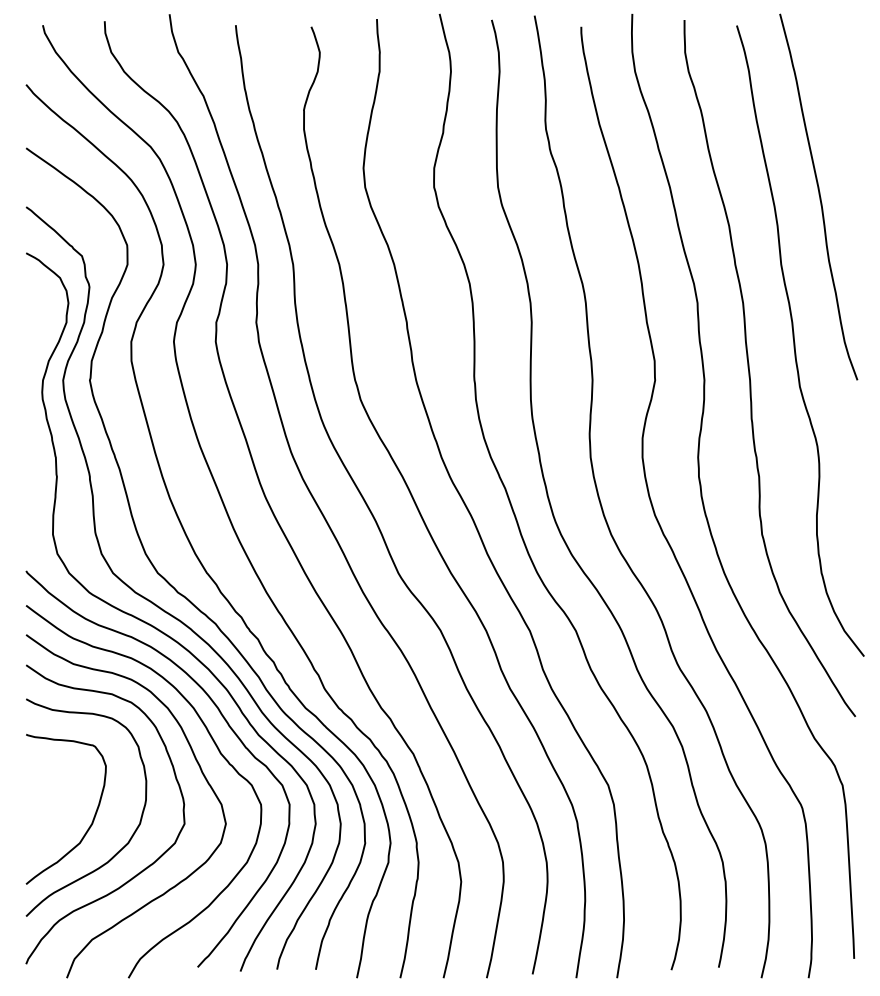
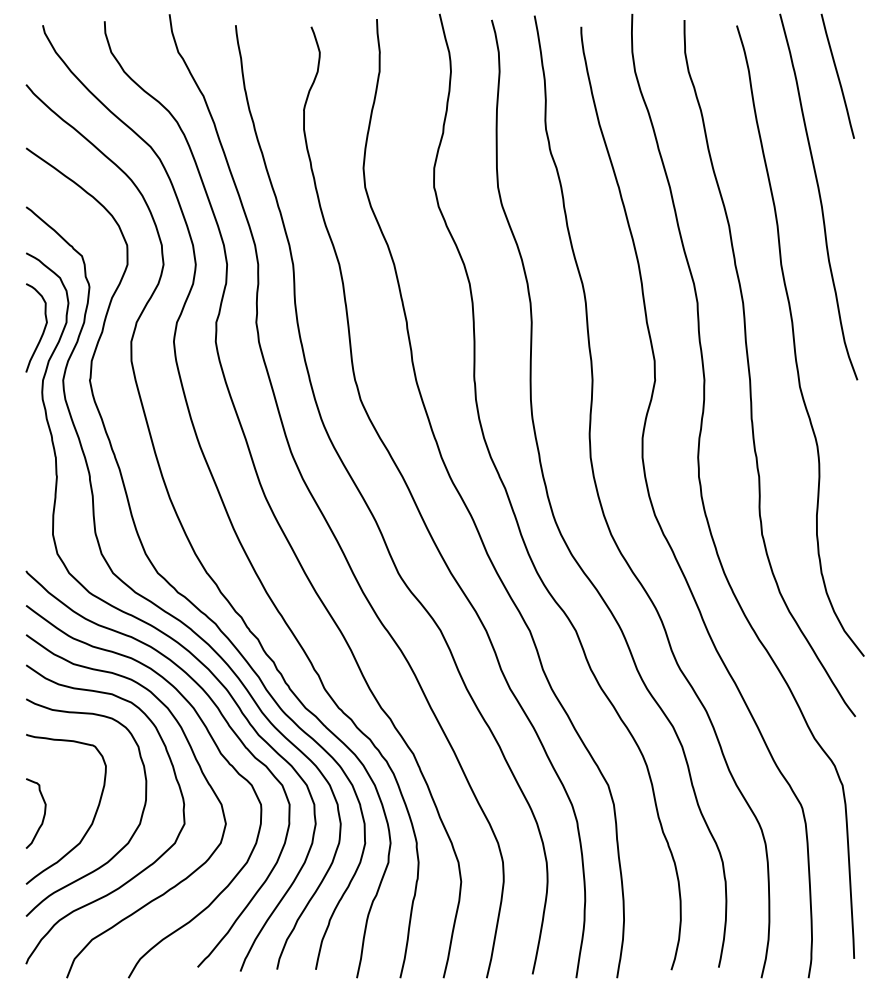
line at (837, 75): none -> present
curve at (42, 331): none -> present
curve at (43, 814): none -> present
